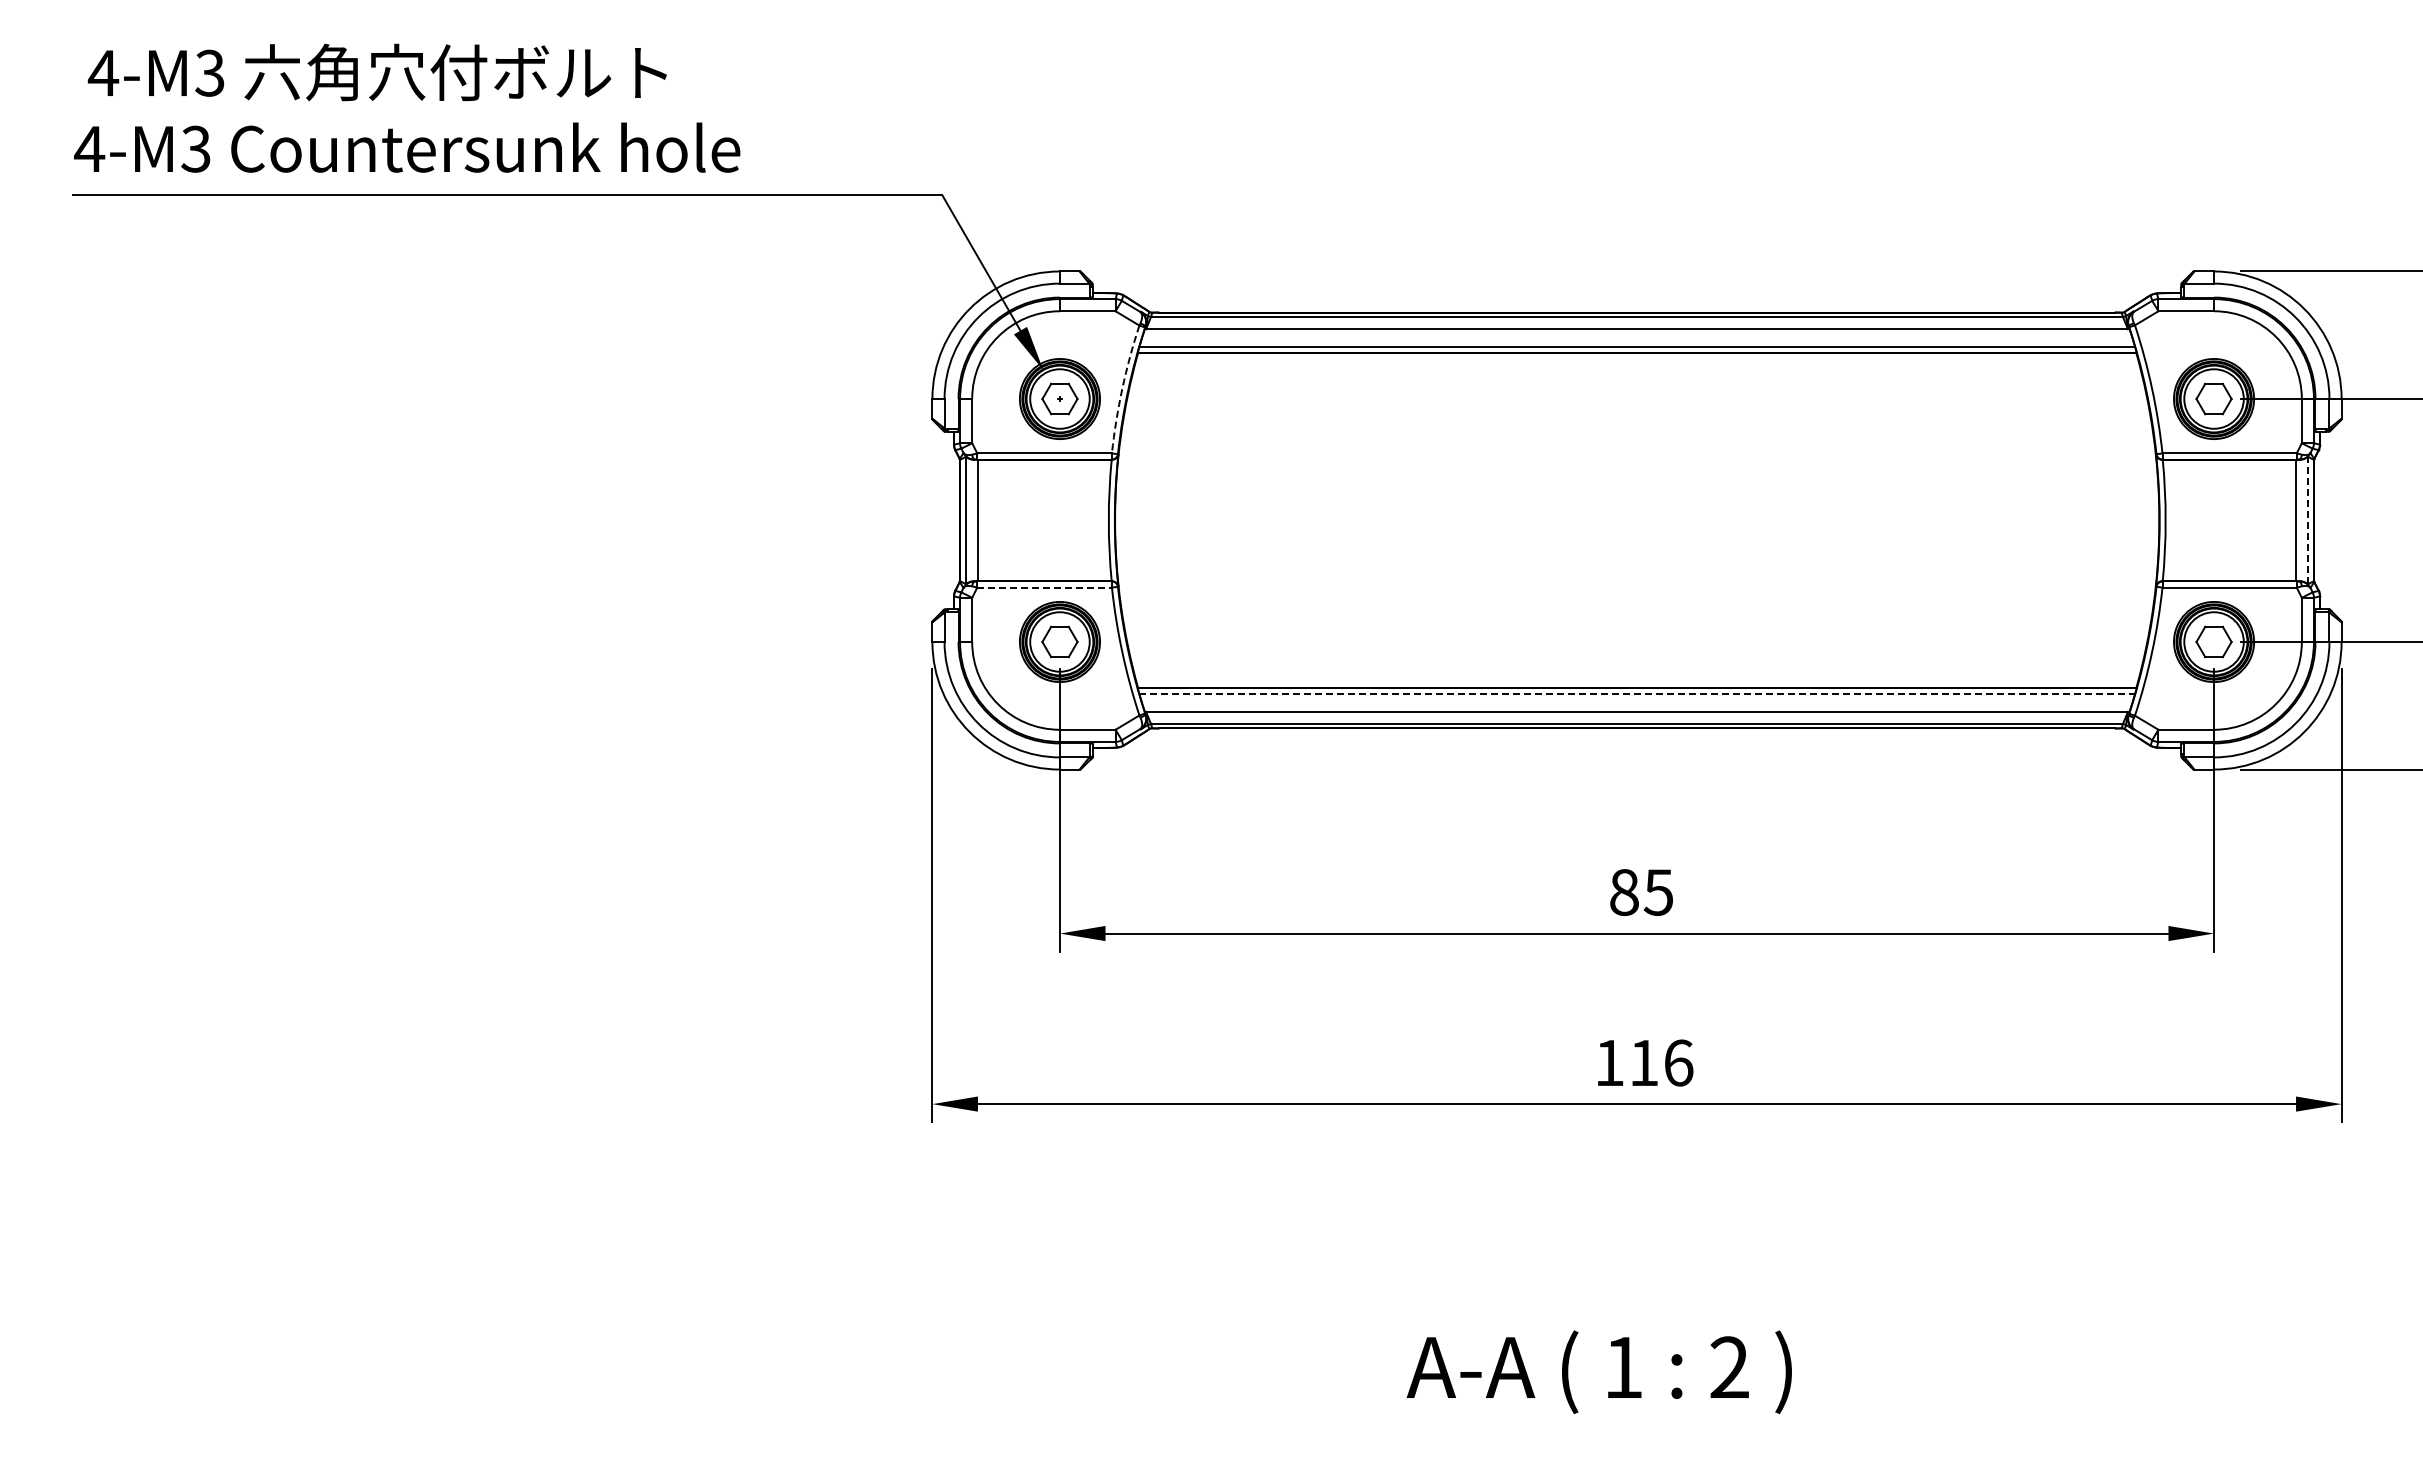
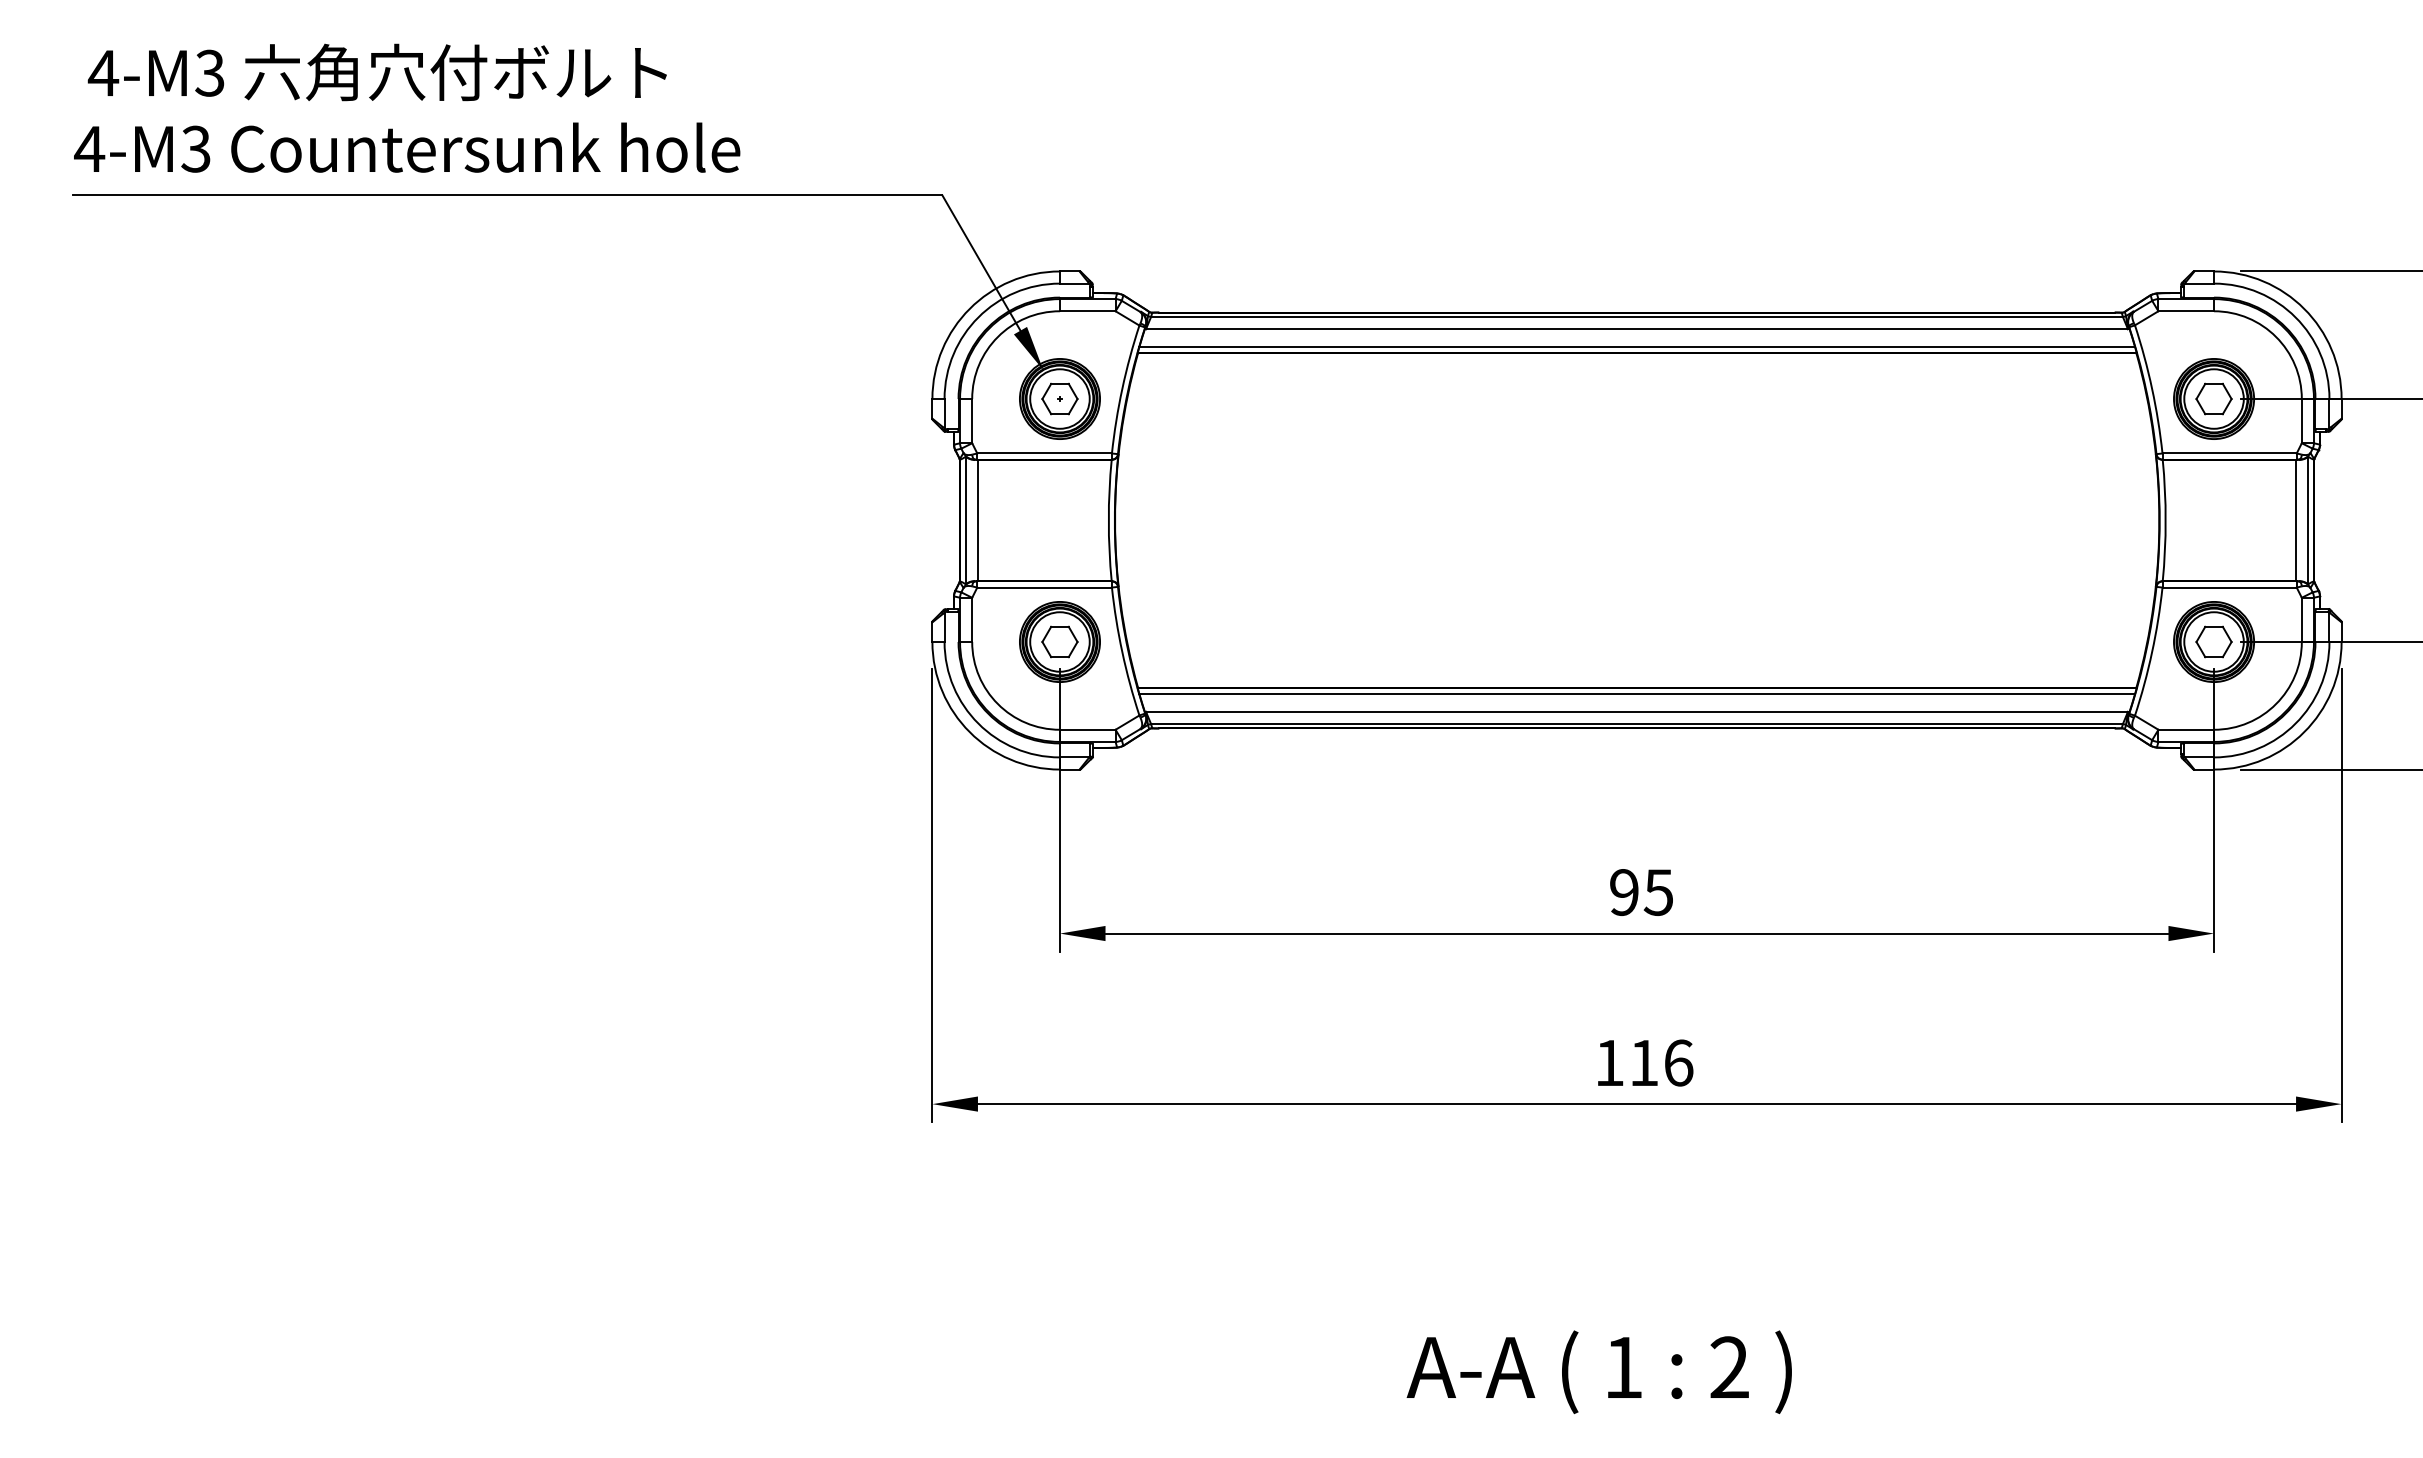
arc at (1122, 388): dashed -> solid
line at (2308, 520): dashed -> solid
line at (1045, 587): dashed -> solid
line at (1637, 693): dashed -> solid
text at (1624, 892): 85 -> 95
